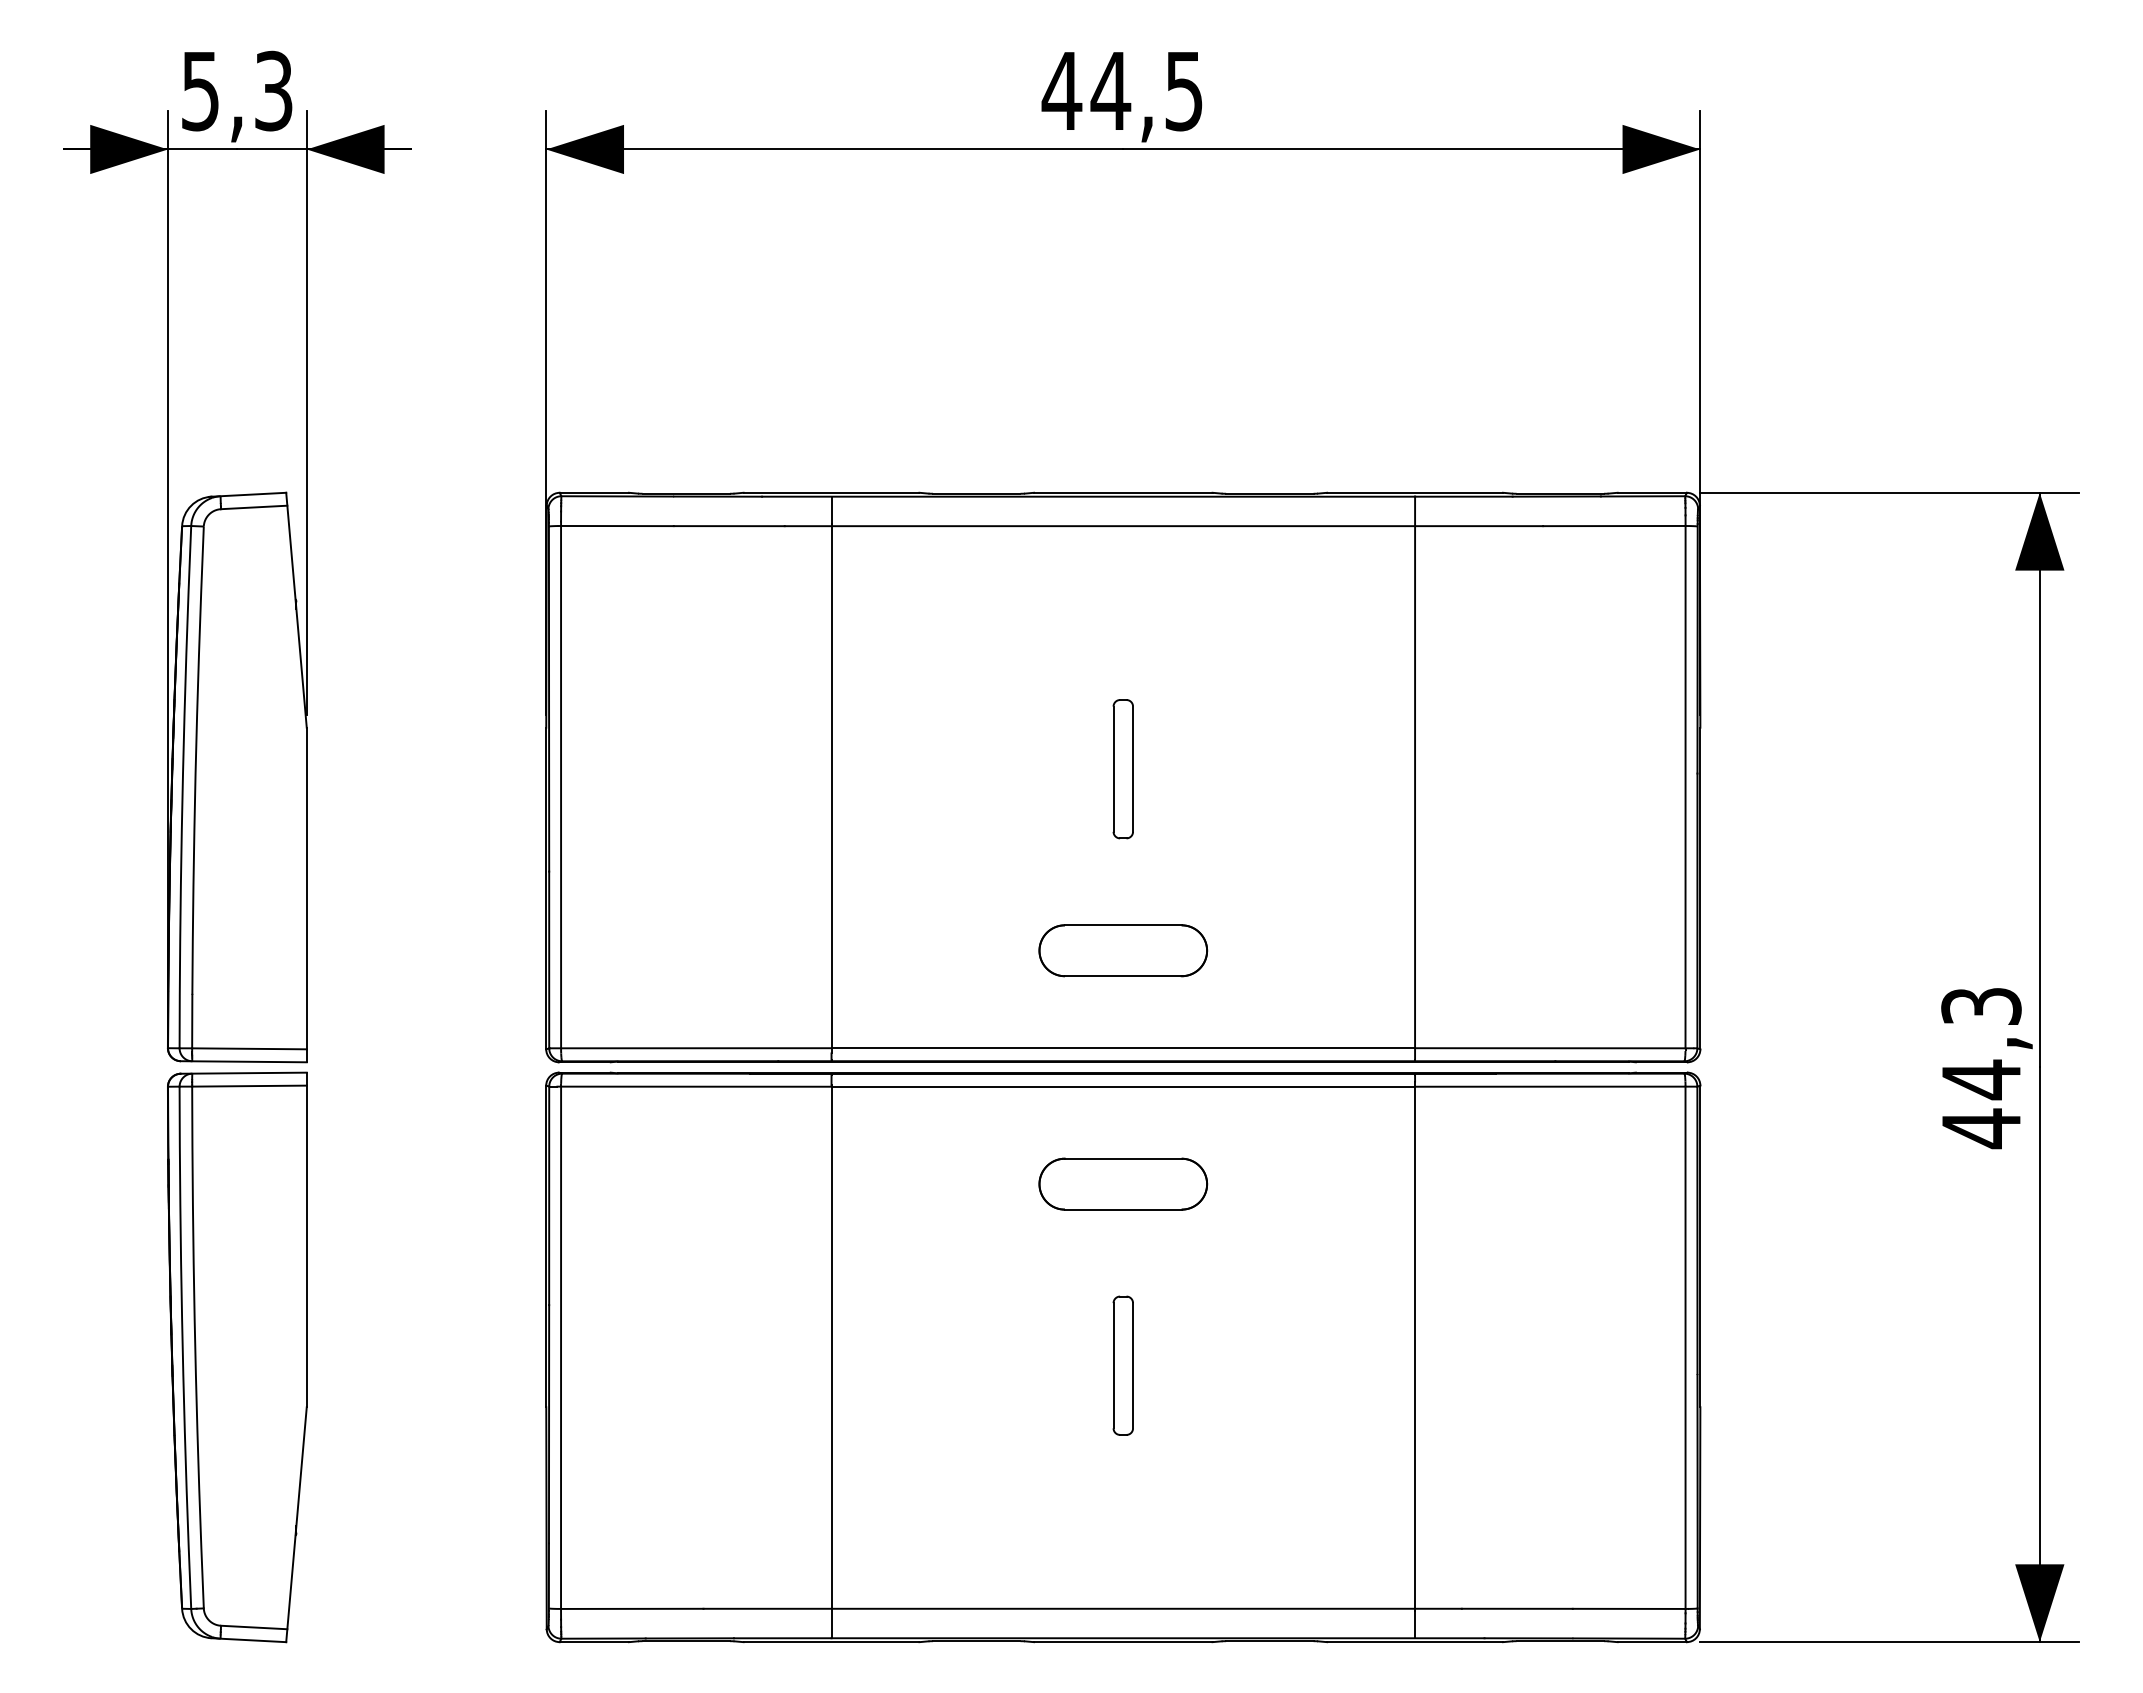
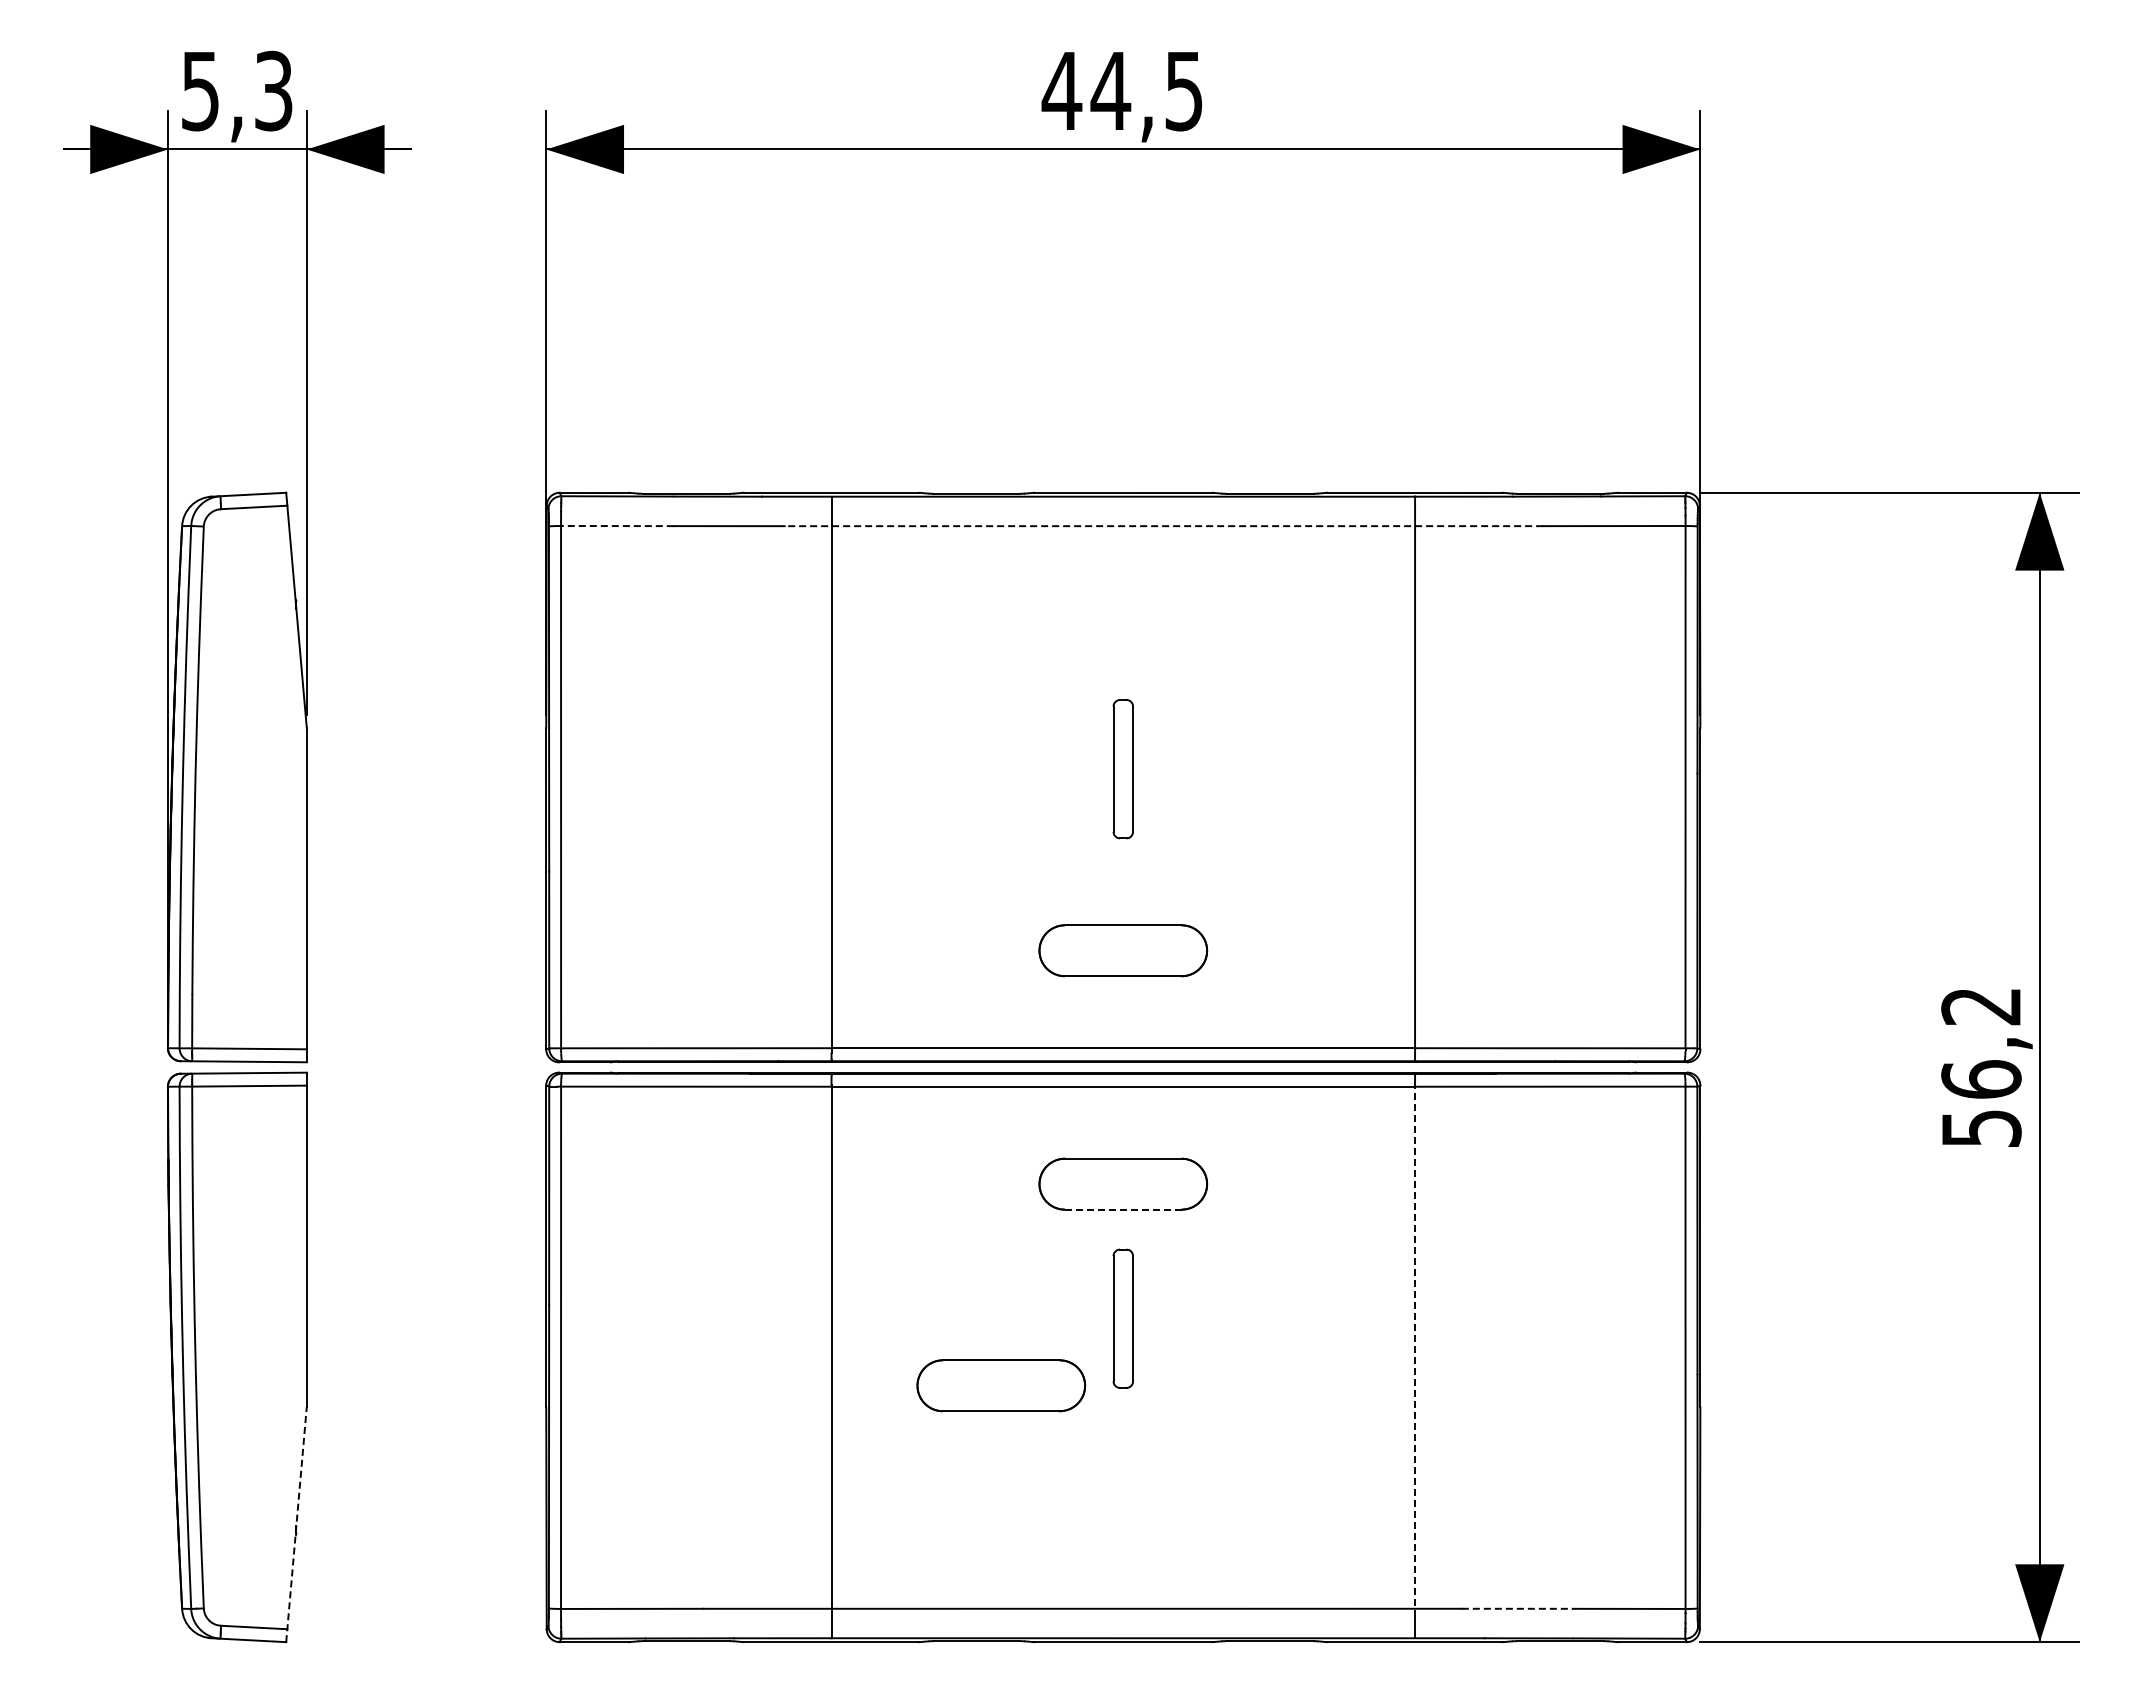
line at (616, 526): solid -> dashed
line at (1163, 526): solid -> dashed
text at (1981, 1068): 44,3 -> 56,2
line at (1122, 1209): solid -> dashed
line at (1415, 1346): solid -> dashed
part at (1122, 1365) position: (1122, 1365) -> (1122, 1318)
part at (1001, 1385): none -> present
line at (296, 1524): solid -> dashed
line at (1517, 1608): solid -> dashed
